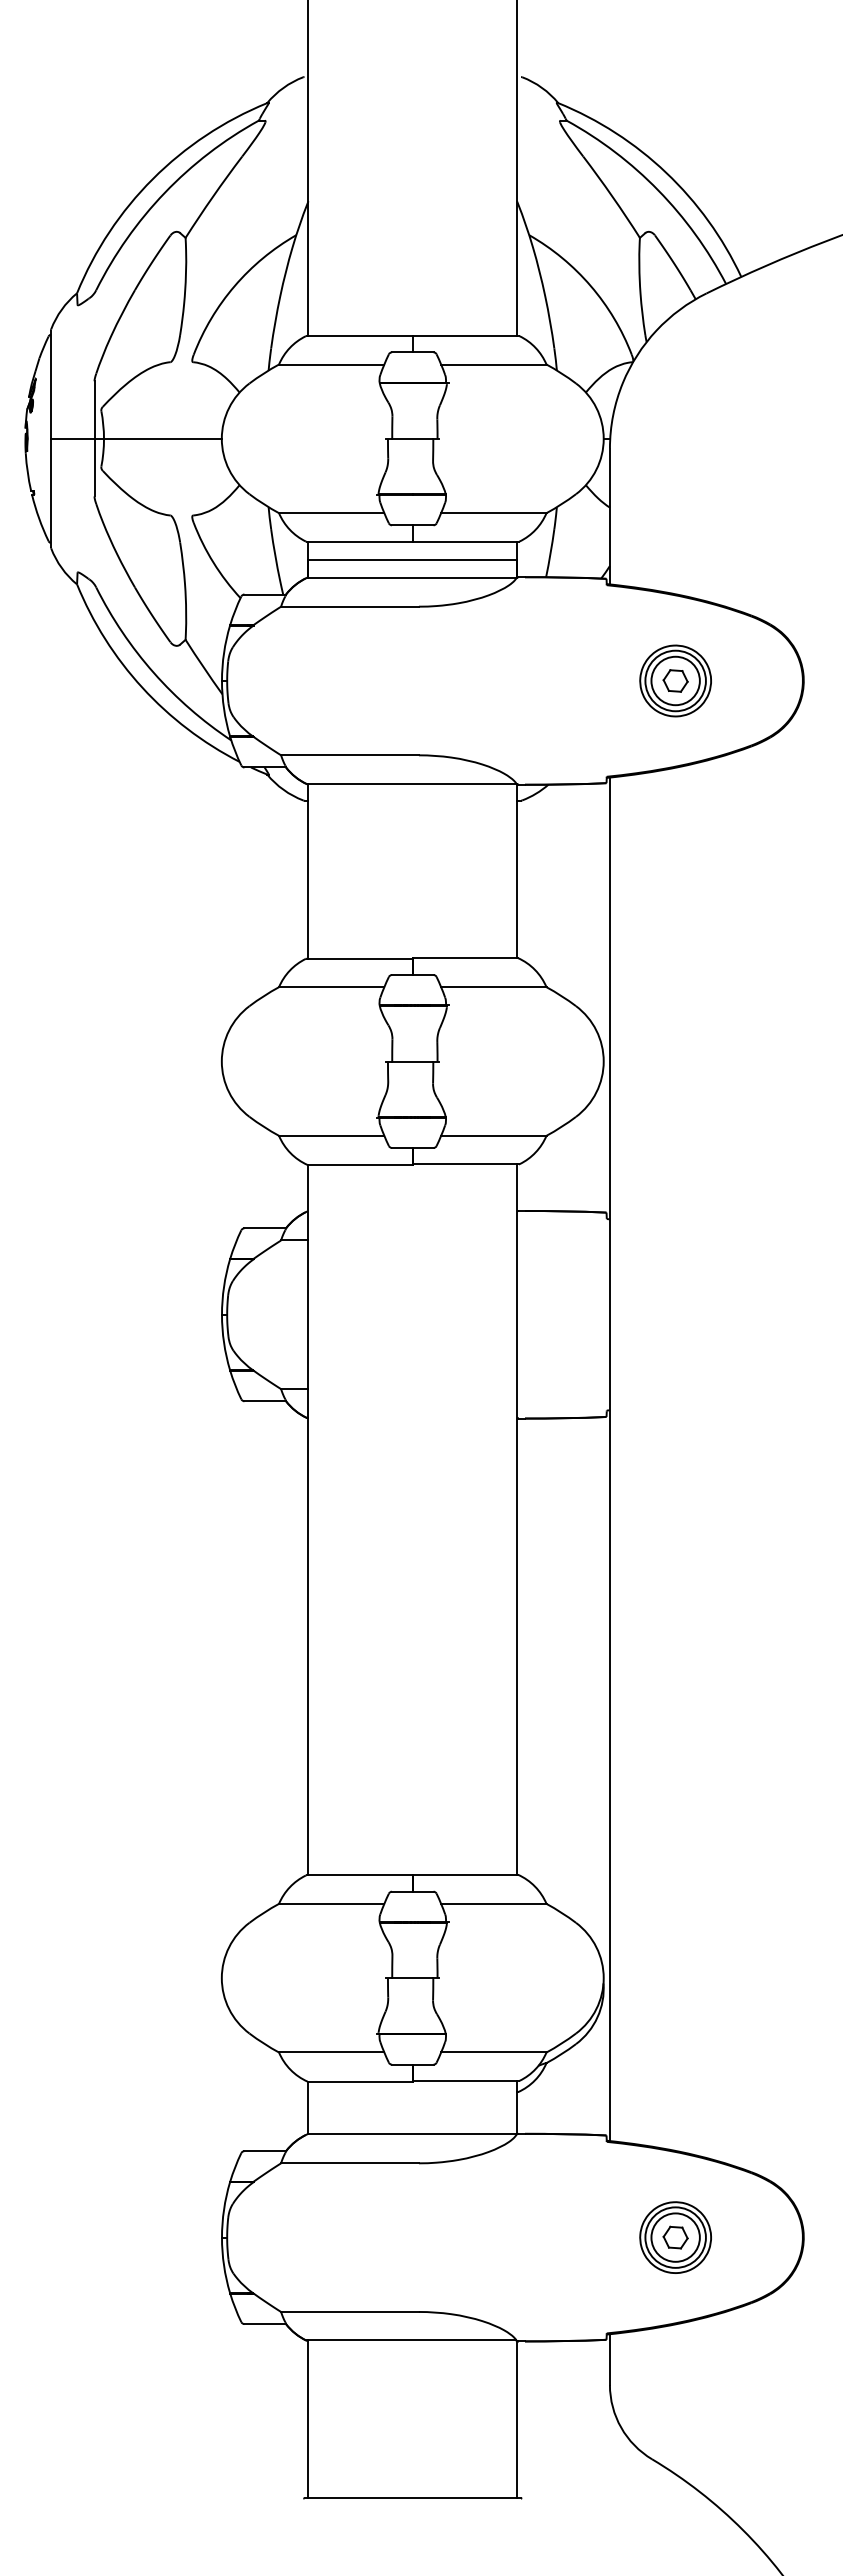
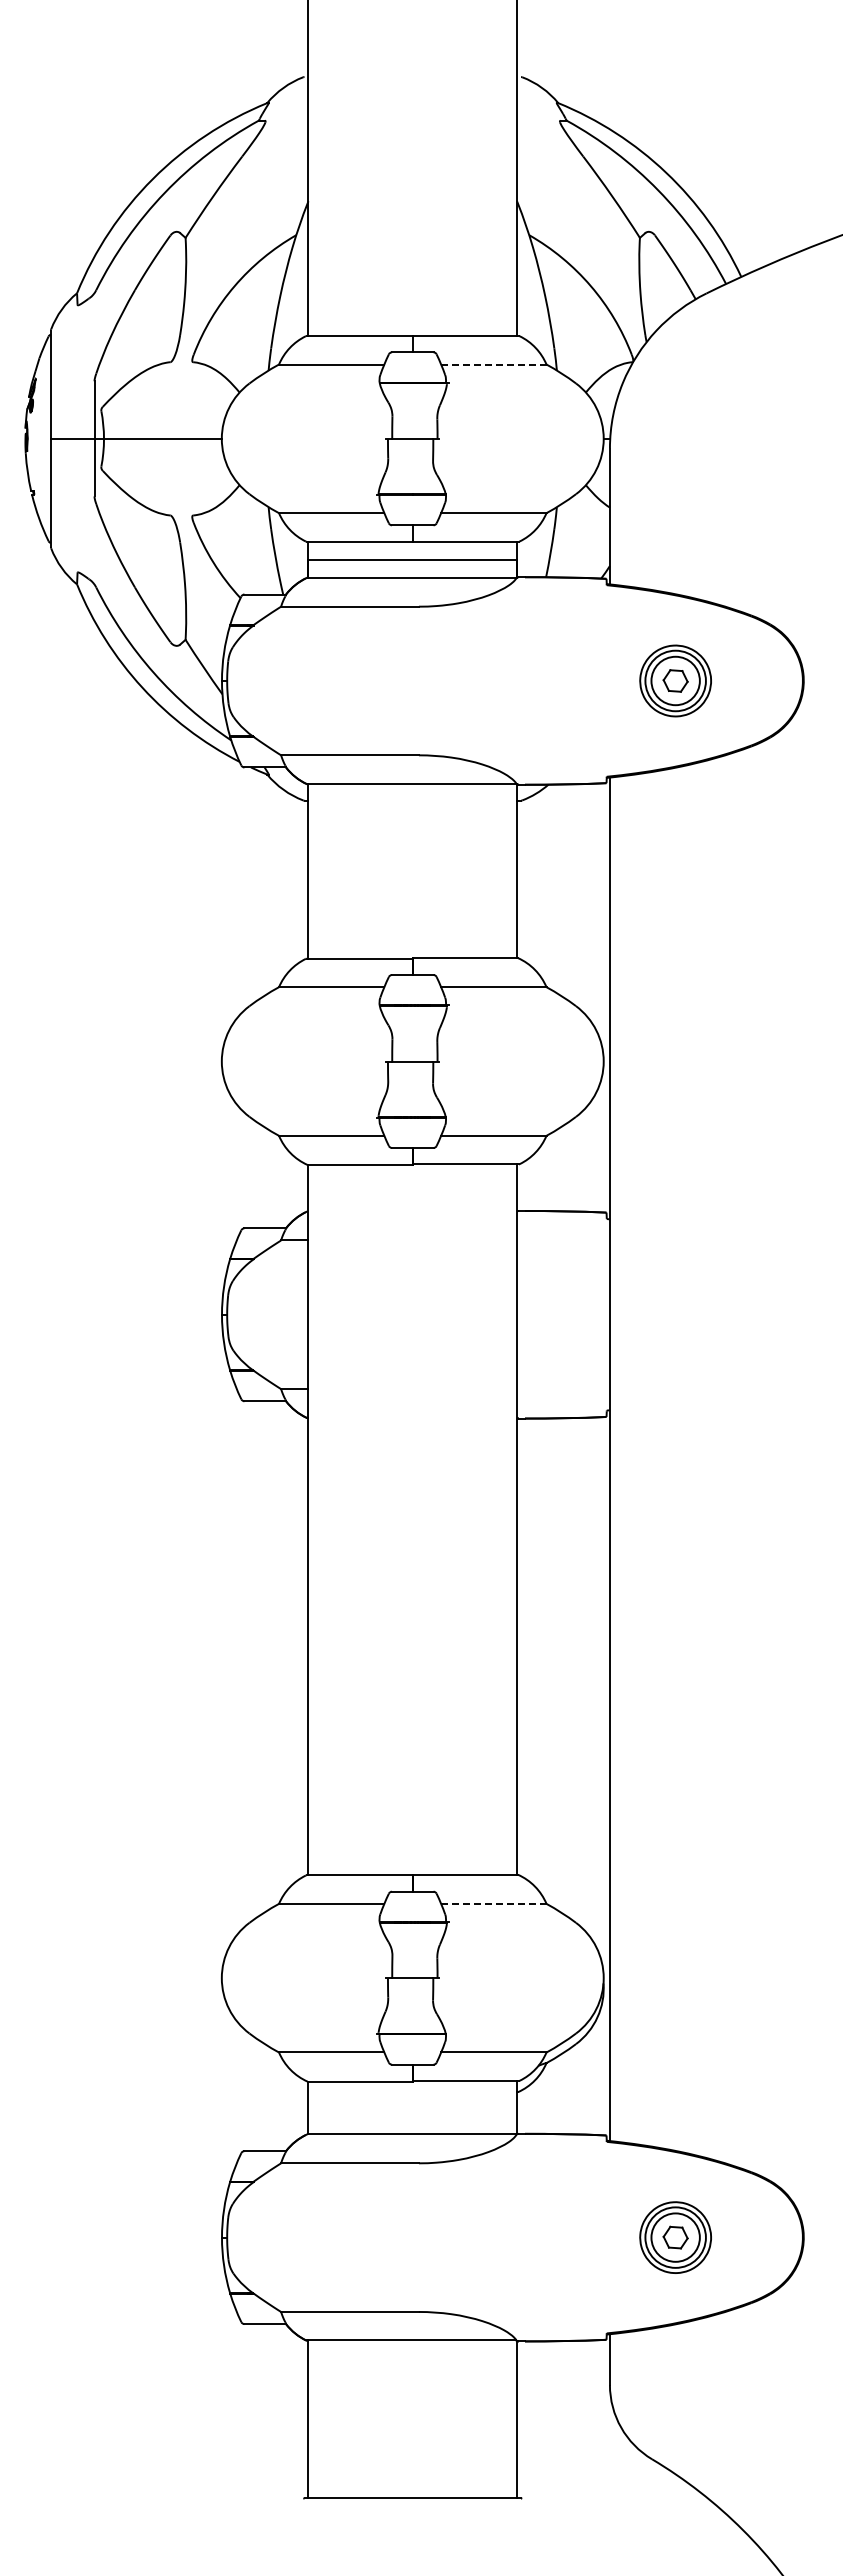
line at (493, 364): solid -> dashed
line at (493, 1903): solid -> dashed
